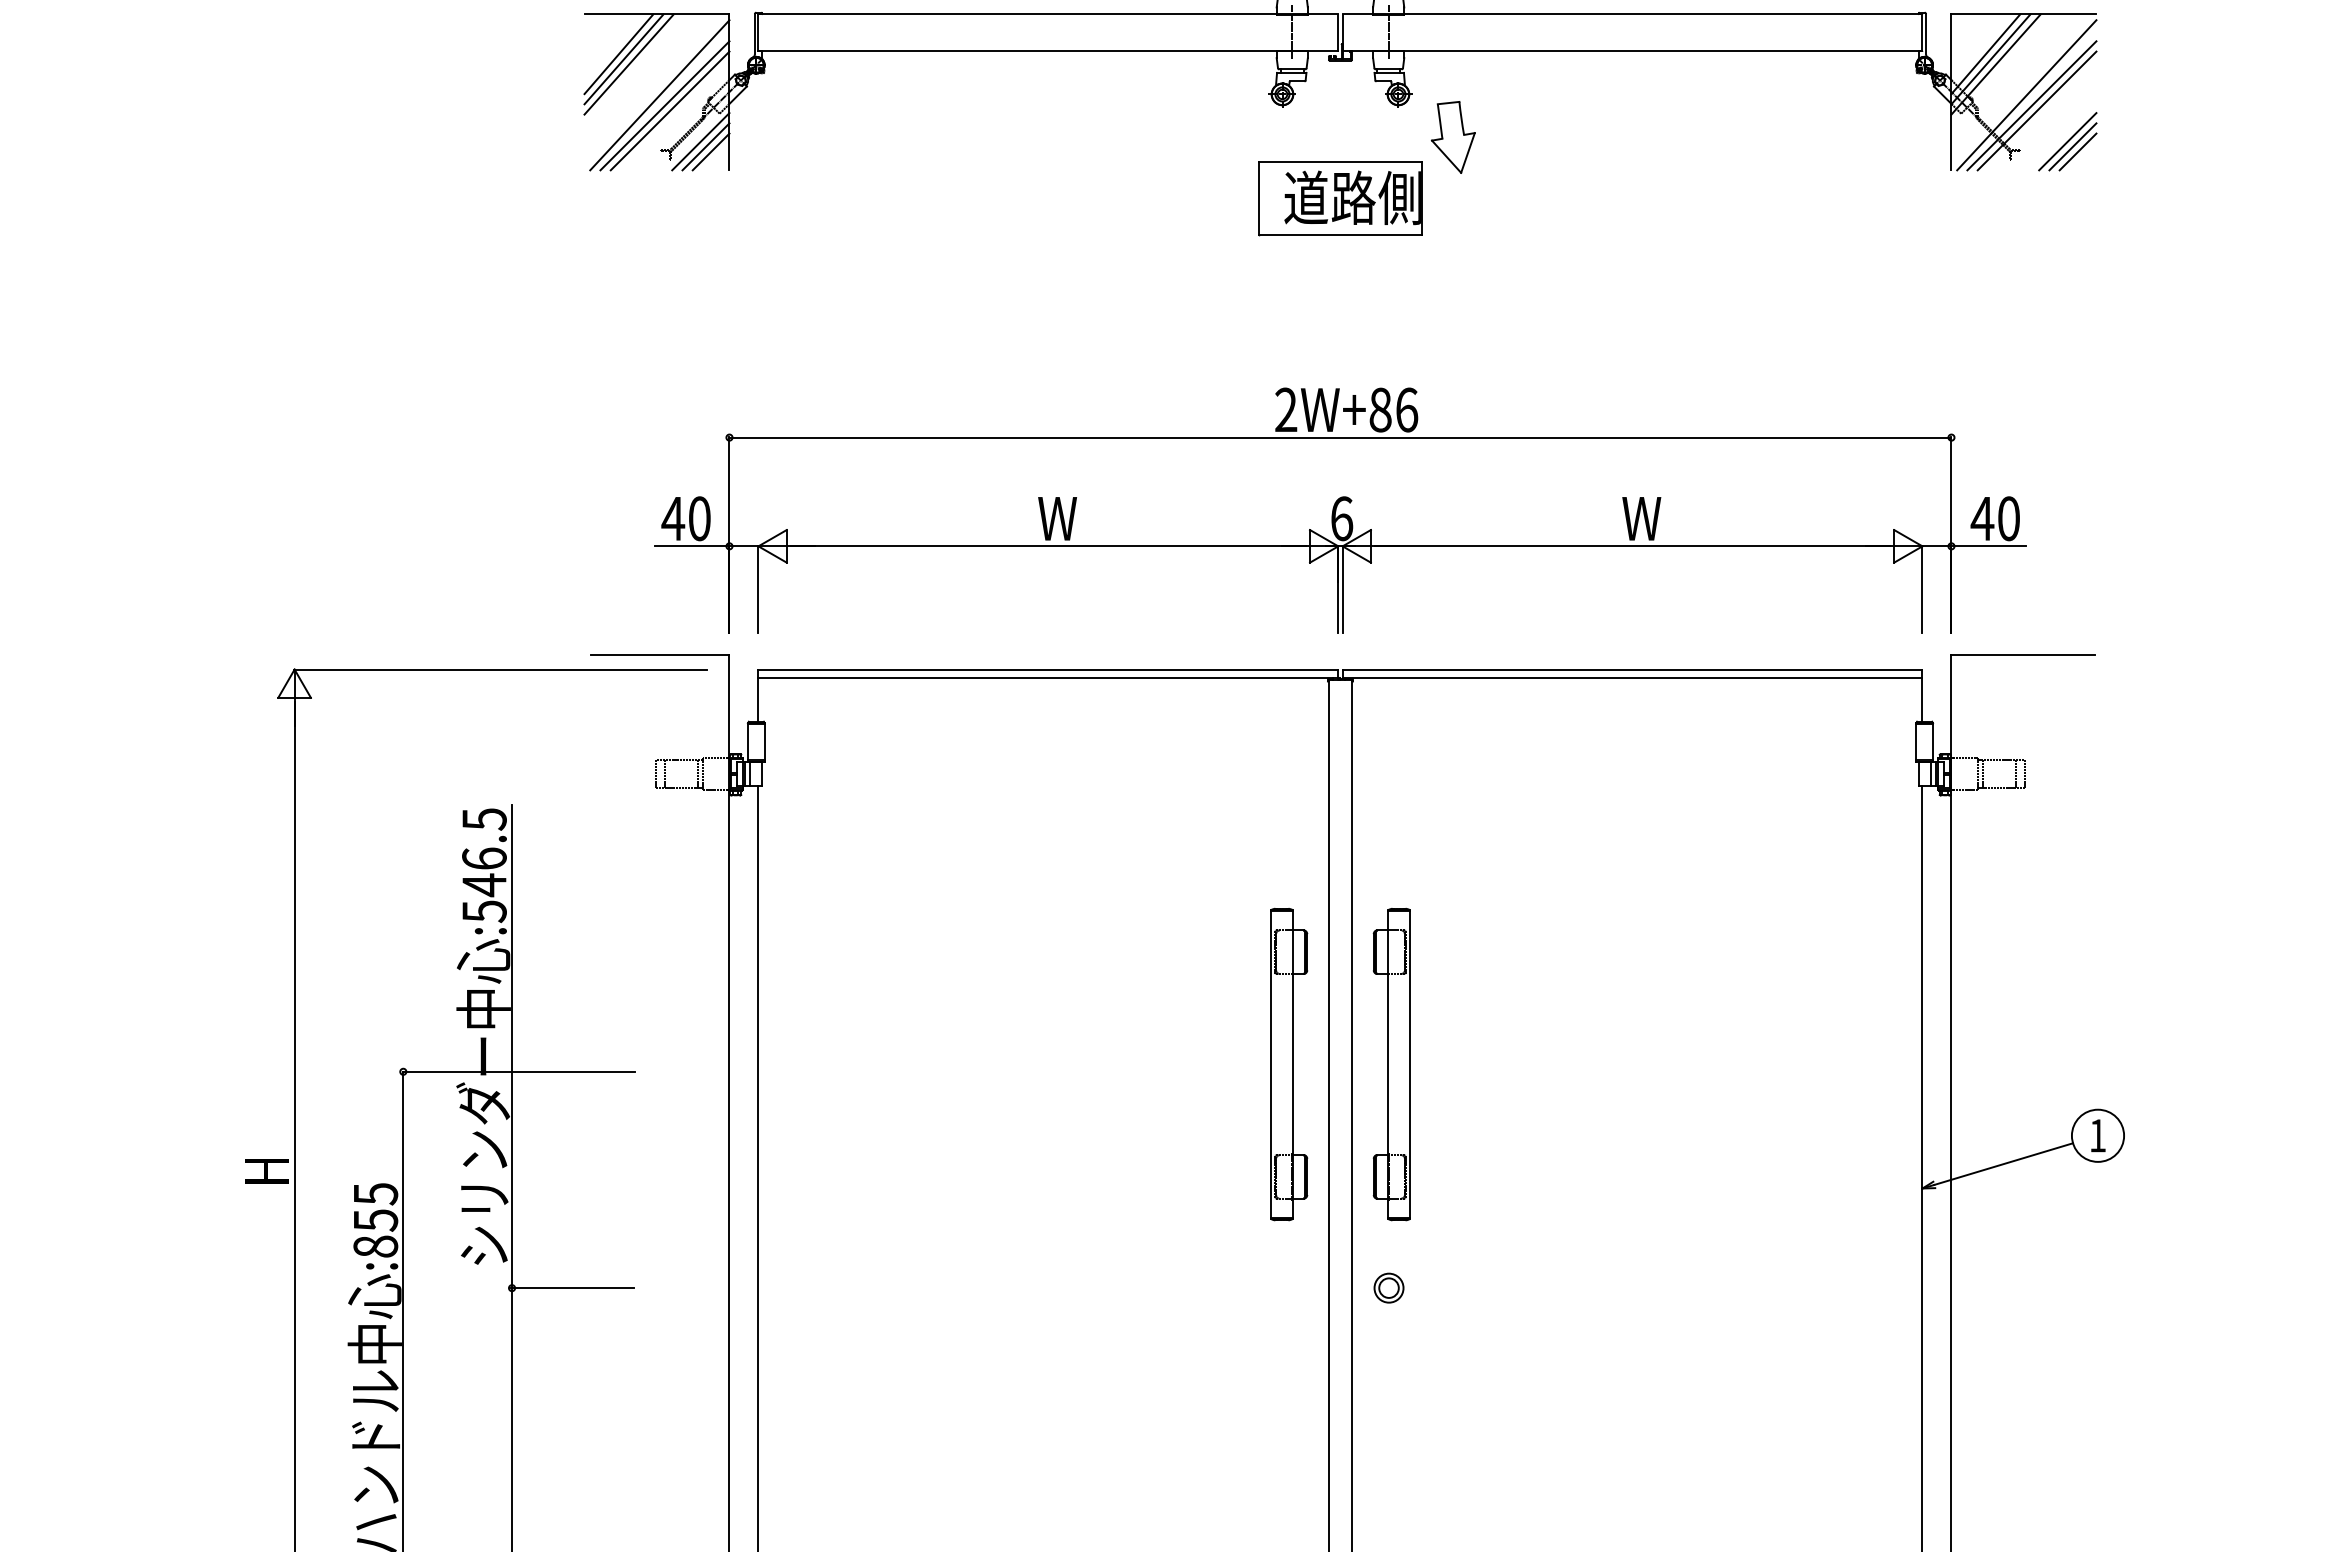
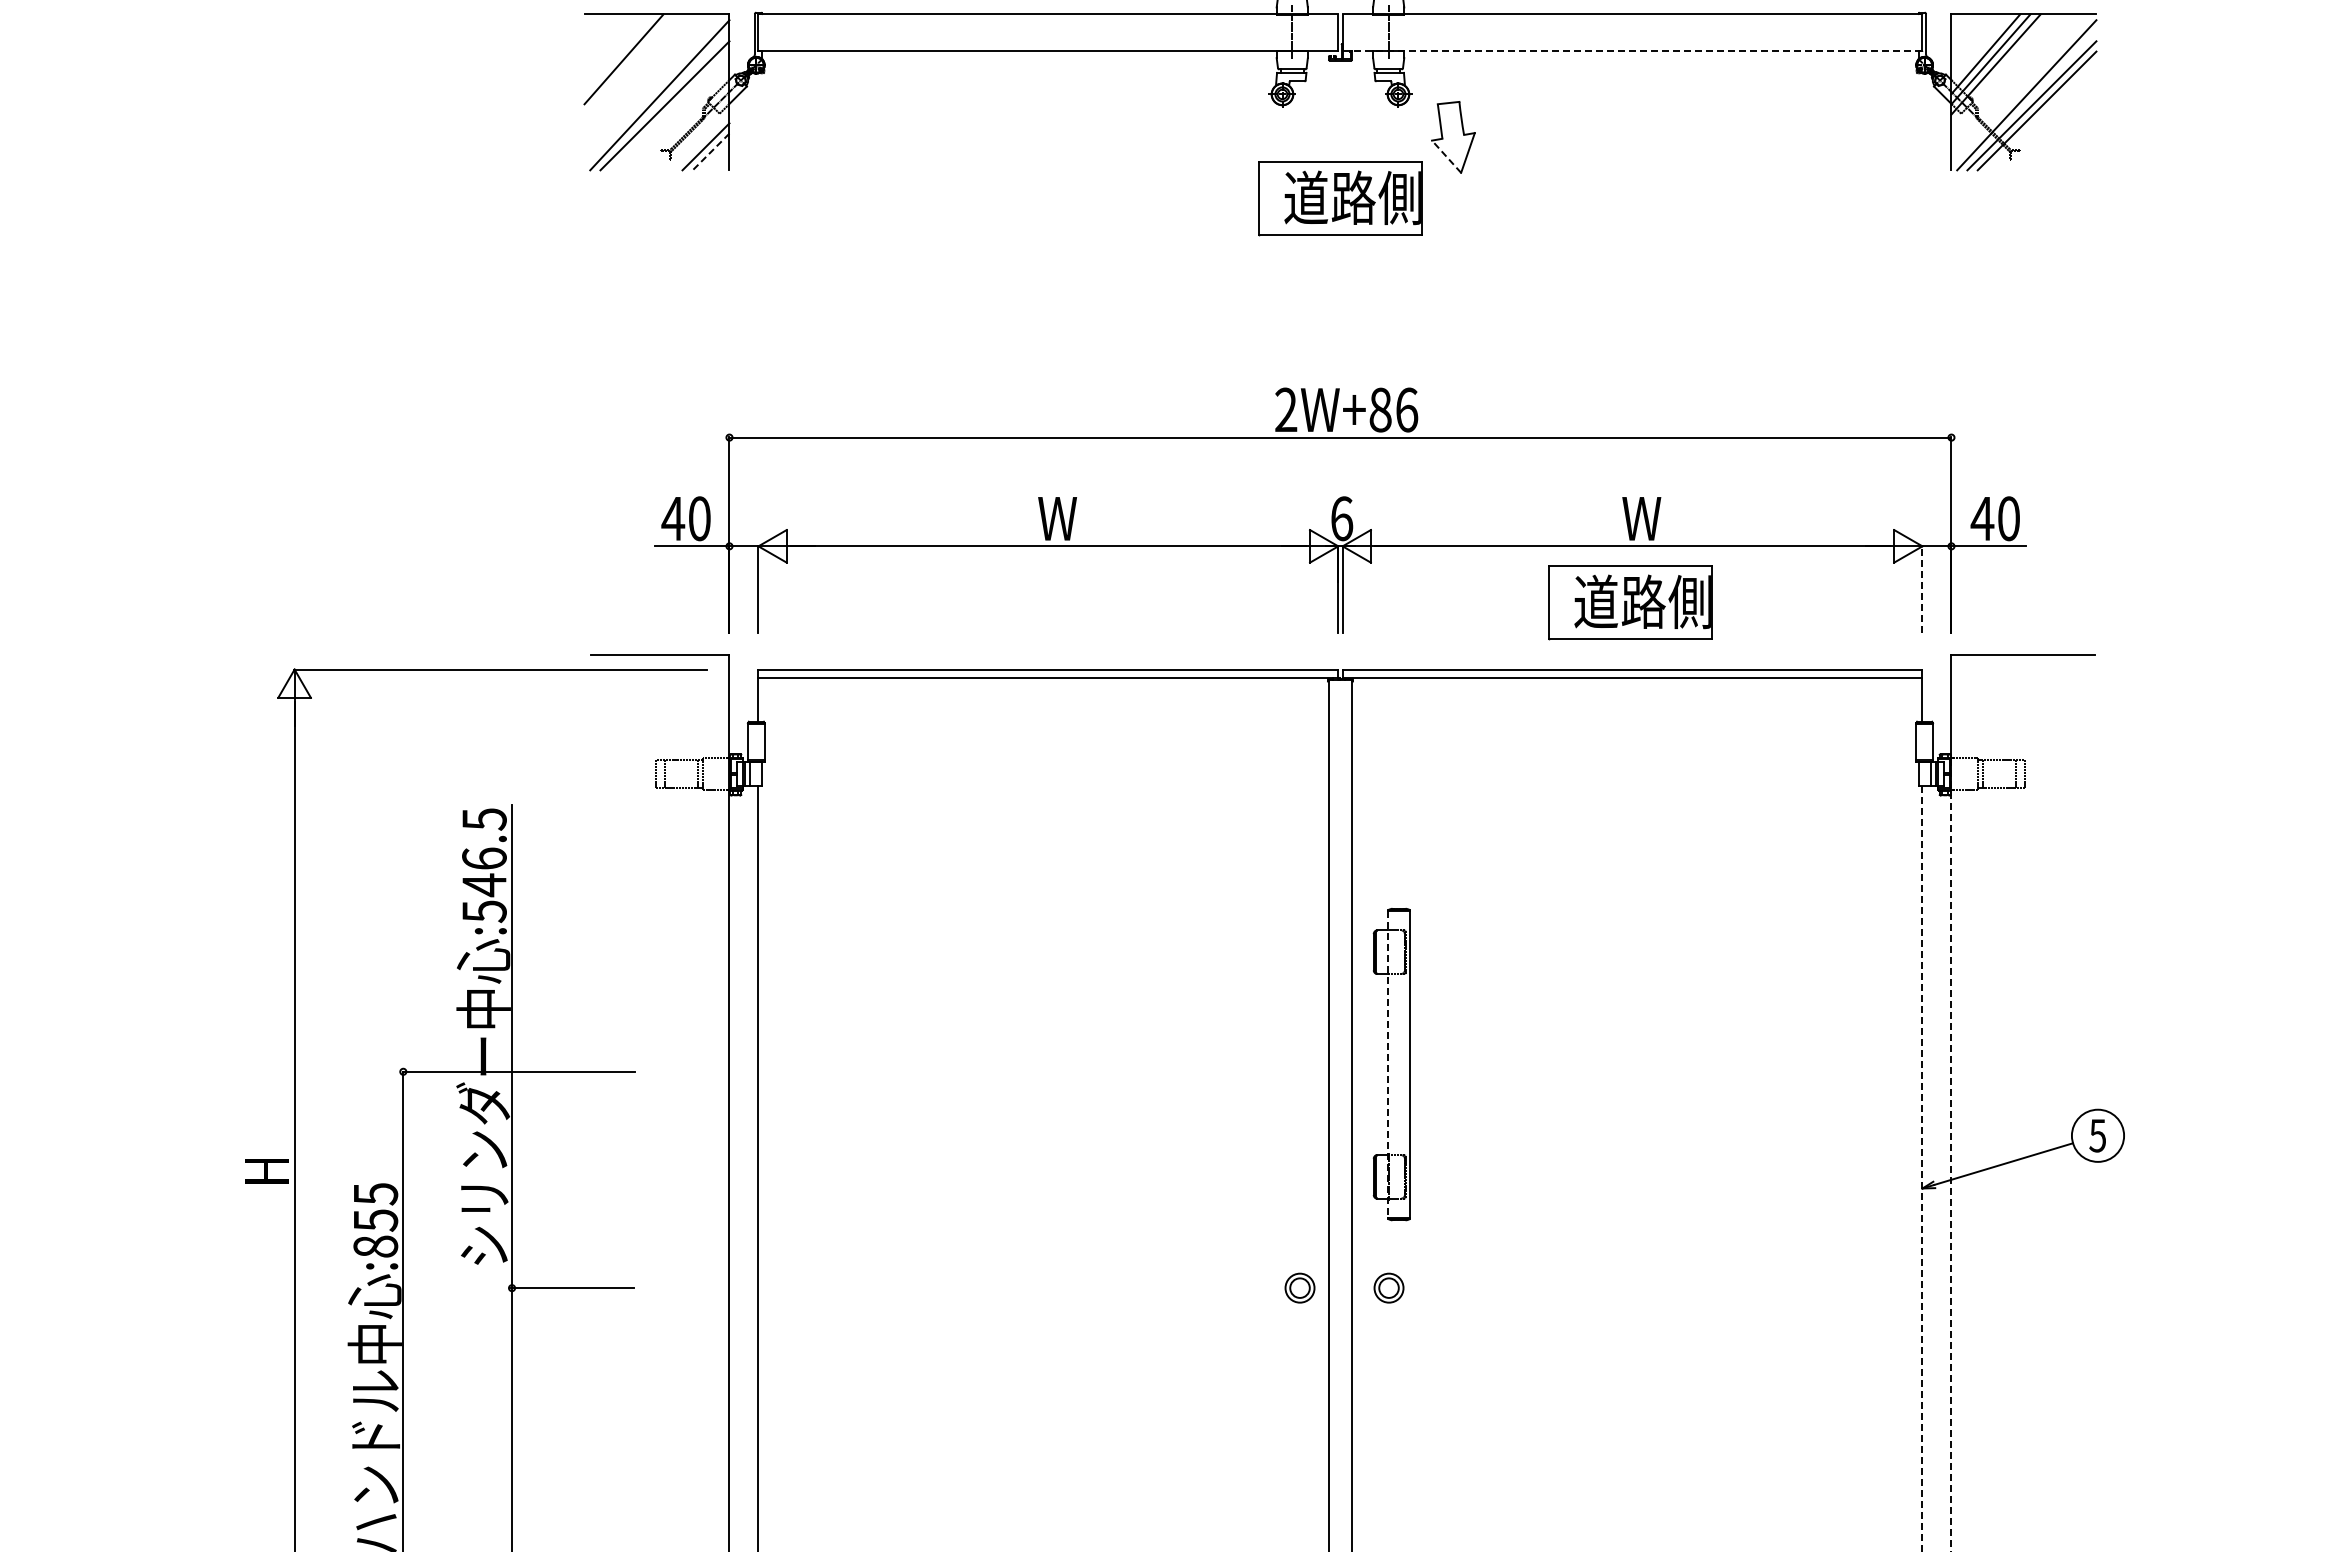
line at (1632, 50): solid -> dashed
line at (618, 54): present -> none
line at (628, 64): present -> none
line at (669, 110): present -> none
line at (700, 141): present -> none
part at (2067, 141): present -> none
line at (711, 151): solid -> dashed
line at (1446, 156): solid -> dashed
line at (1922, 588): solid -> dashed
part at (1630, 602): none -> present
part at (1289, 1064): present -> none
line at (1388, 1065): solid -> dashed
text at (2097, 1135): 1 -> 5
line at (1951, 1154): solid -> dashed
line at (1922, 1168): solid -> dashed
part at (1299, 1287): none -> present
